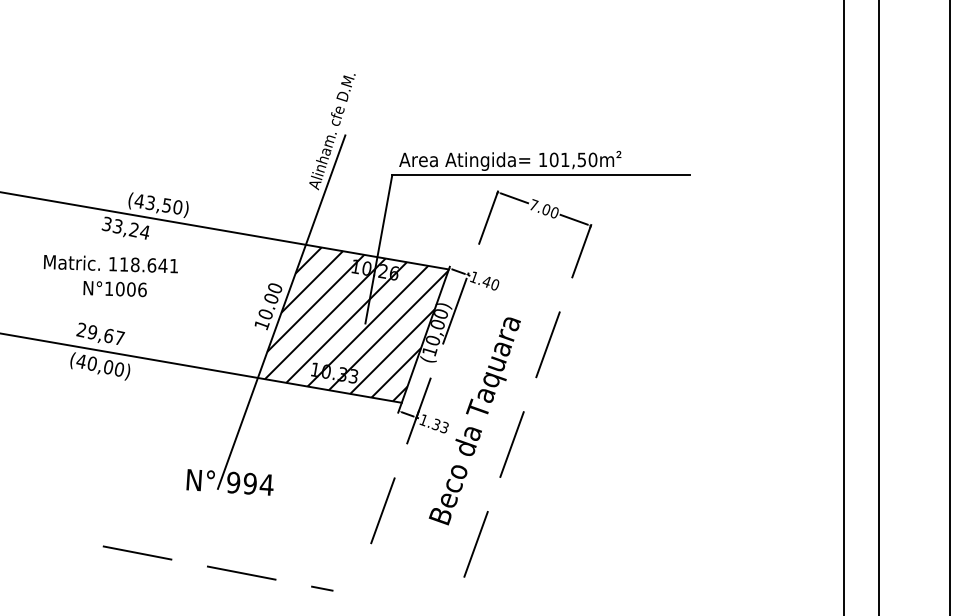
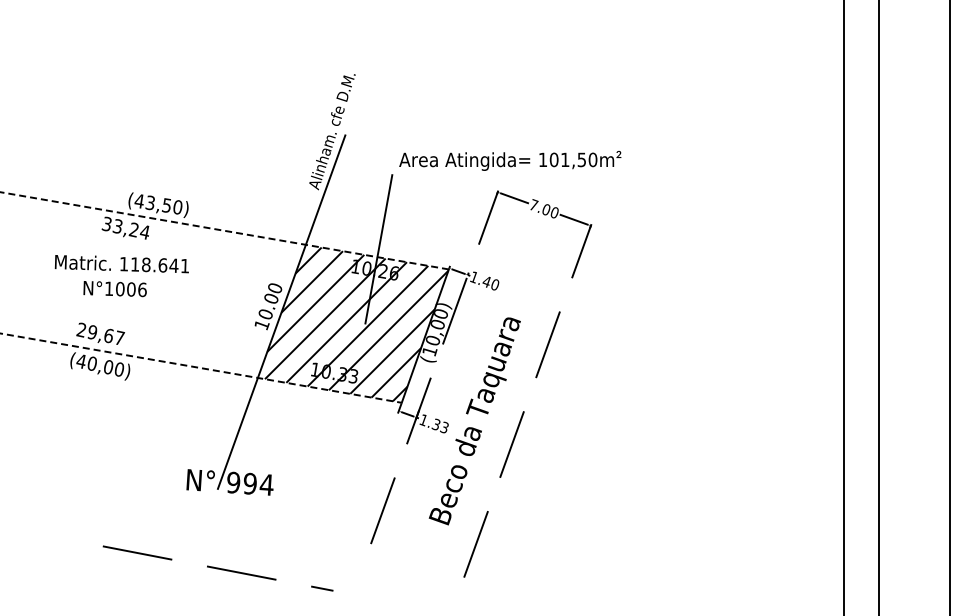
line at (541, 175): present -> none
line at (224, 230): solid -> dashed
text at (110, 264) position: (110, 264) -> (121, 264)
line at (201, 368): solid -> dashed
